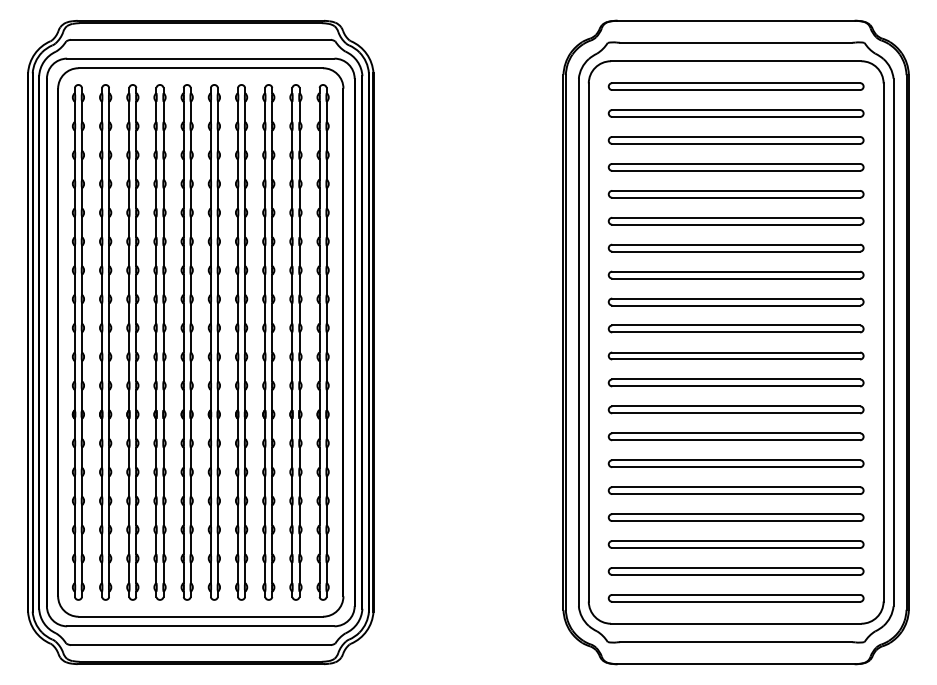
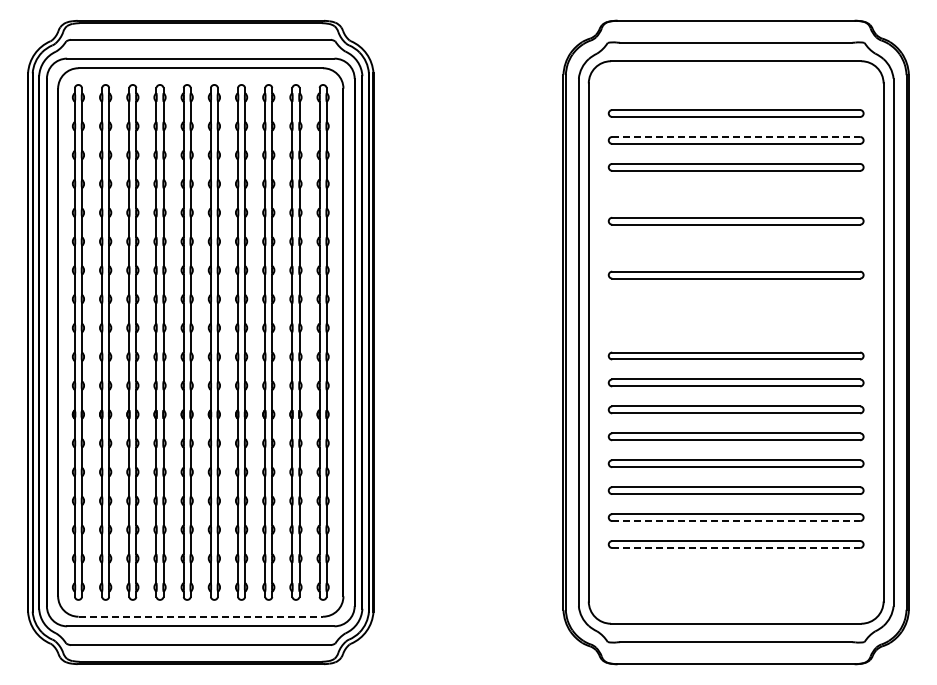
part at (735, 86): present -> none
line at (736, 137): solid -> dashed
part at (735, 194): present -> none
part at (735, 247): present -> none
part at (735, 301): present -> none
part at (735, 328): present -> none
line at (736, 521): solid -> dashed
line at (736, 548): solid -> dashed
part at (735, 571): present -> none
part at (735, 598): present -> none
line at (201, 616): solid -> dashed
